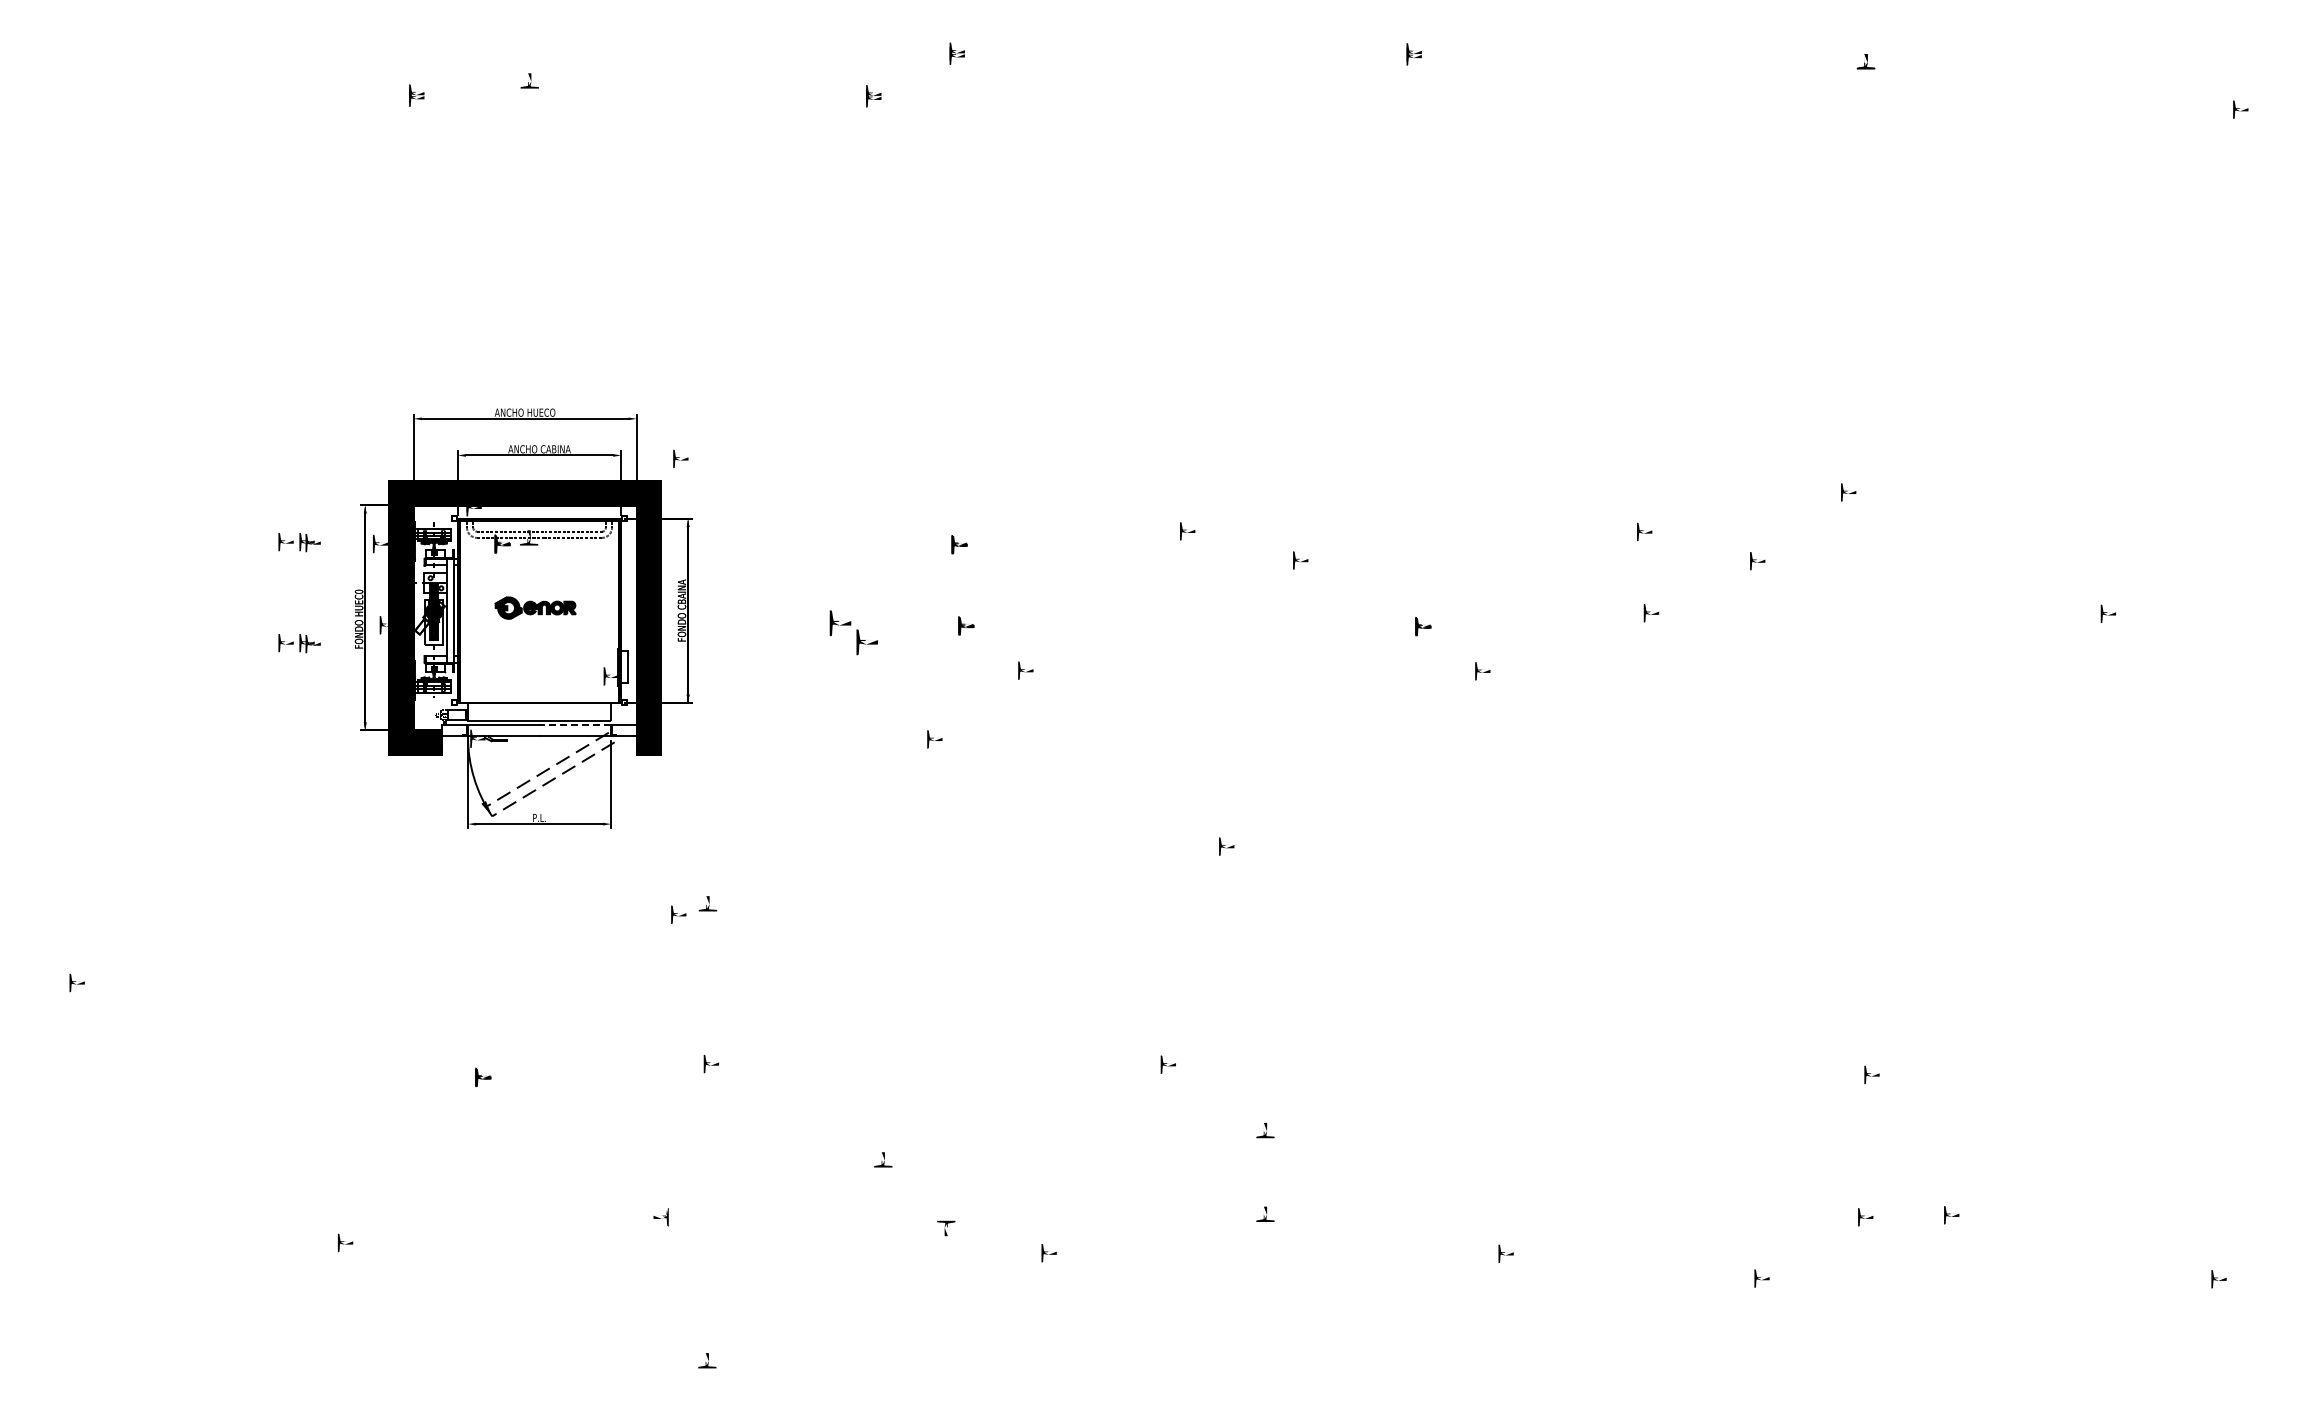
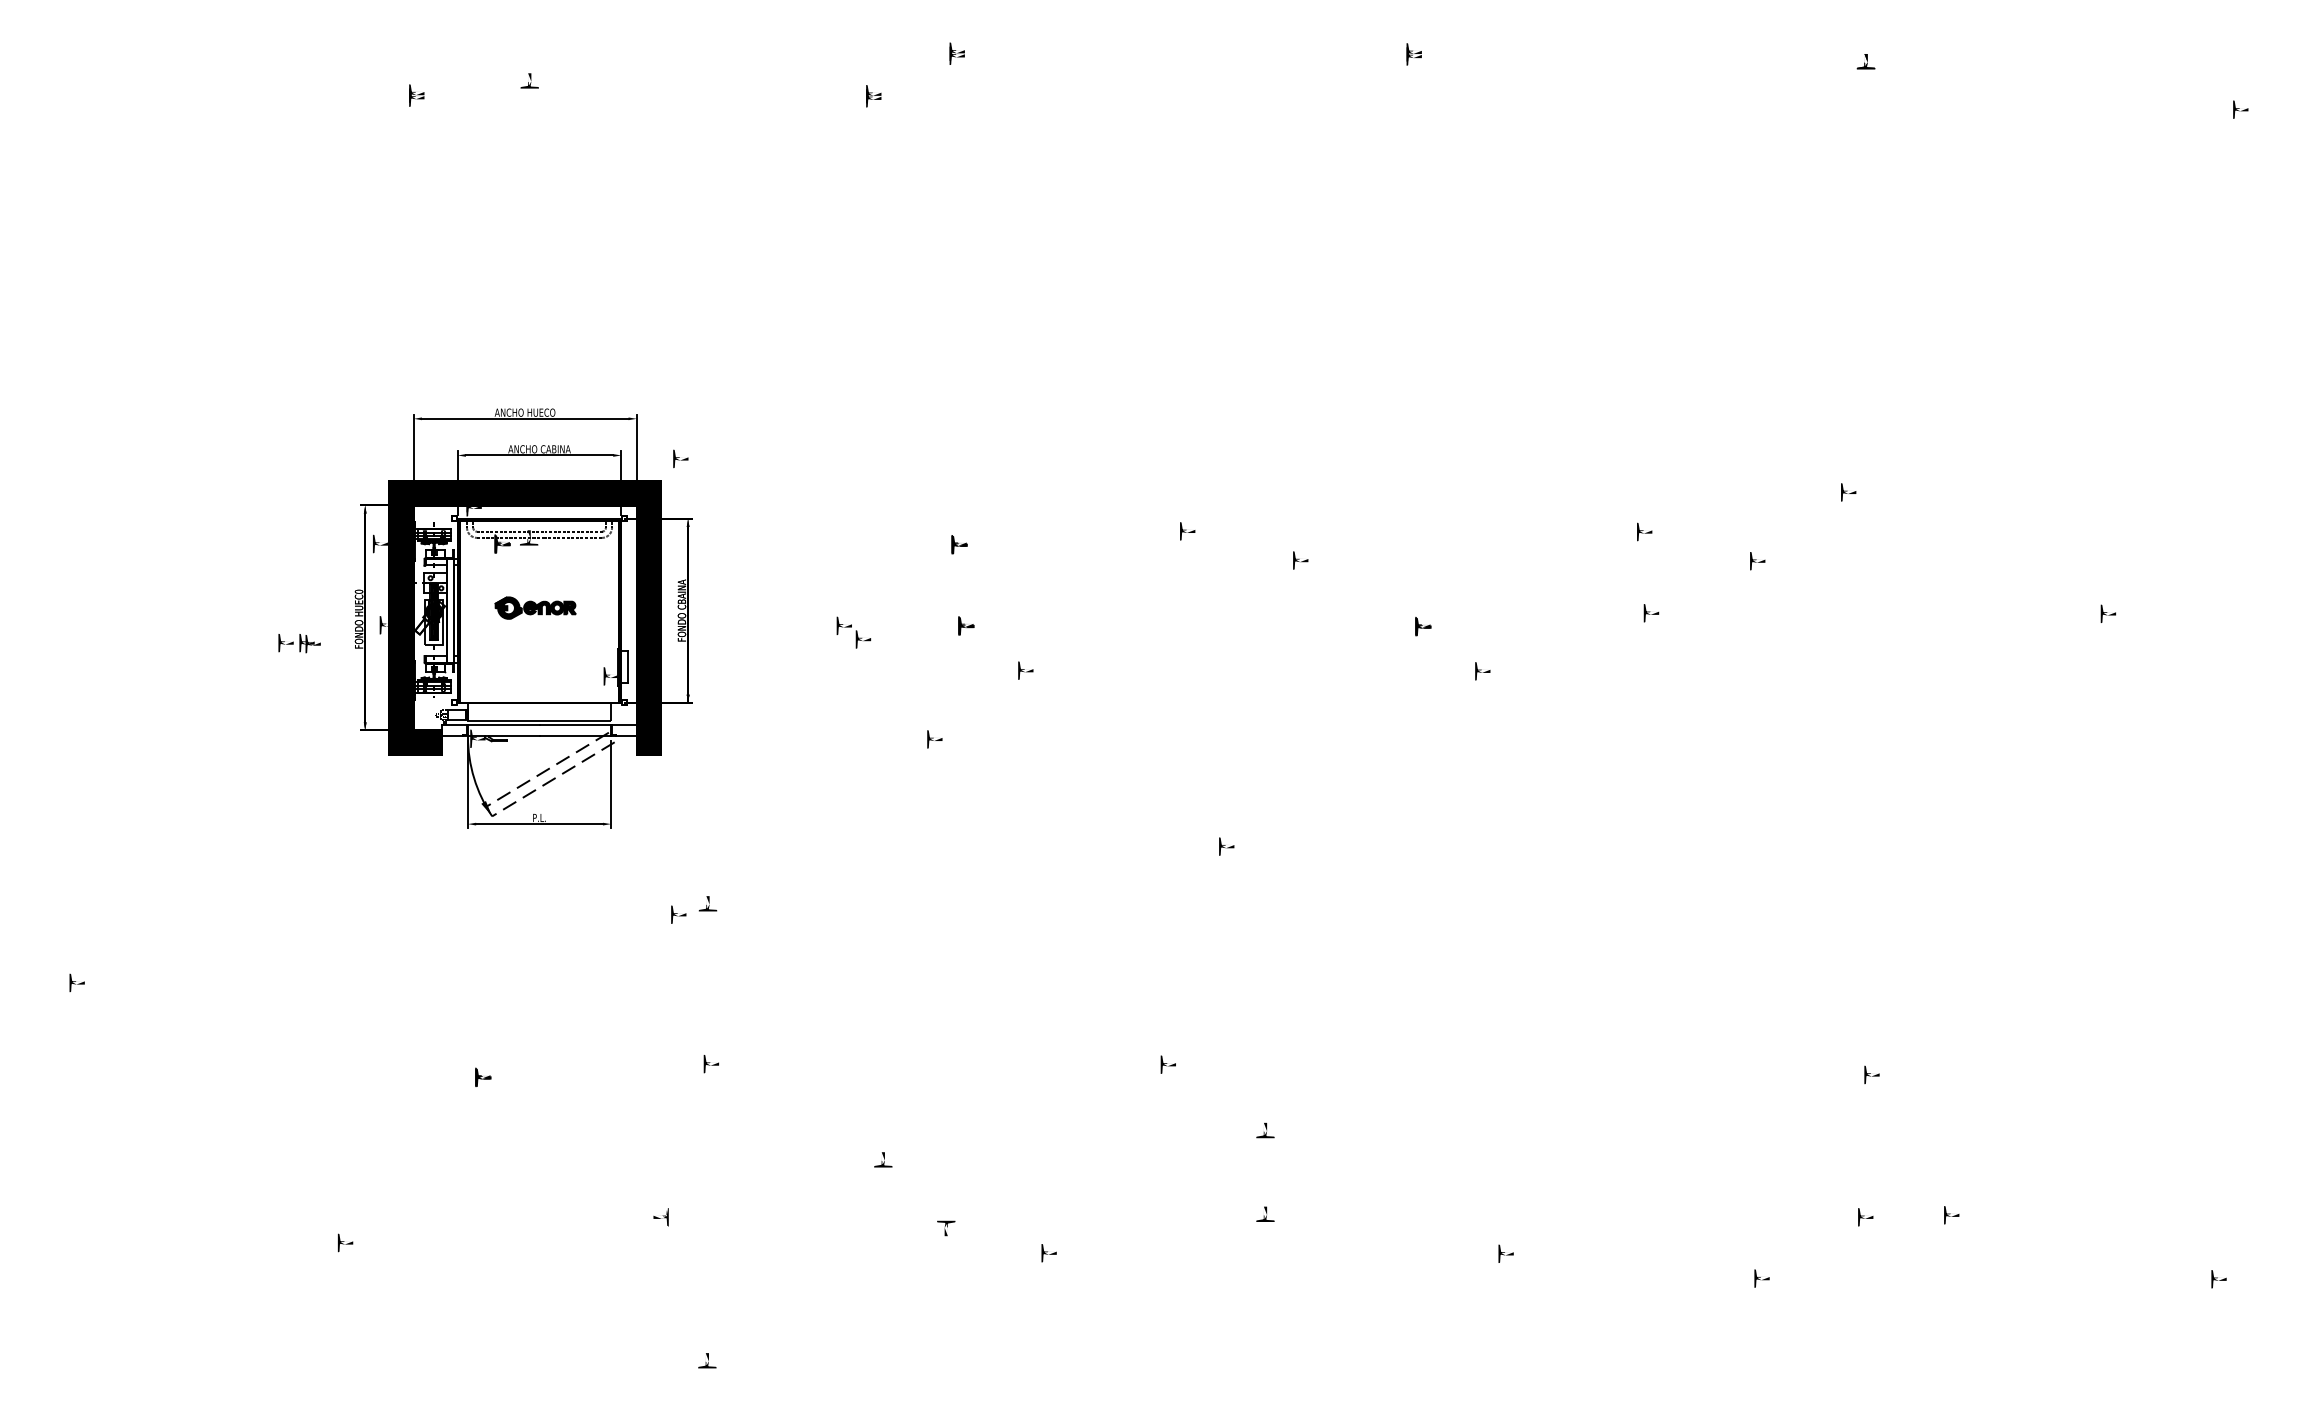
part at (299, 542): present -> none
part at (853, 632) size: 49x46 px -> 36x33 px
line at (575, 725): dashed -> solid
